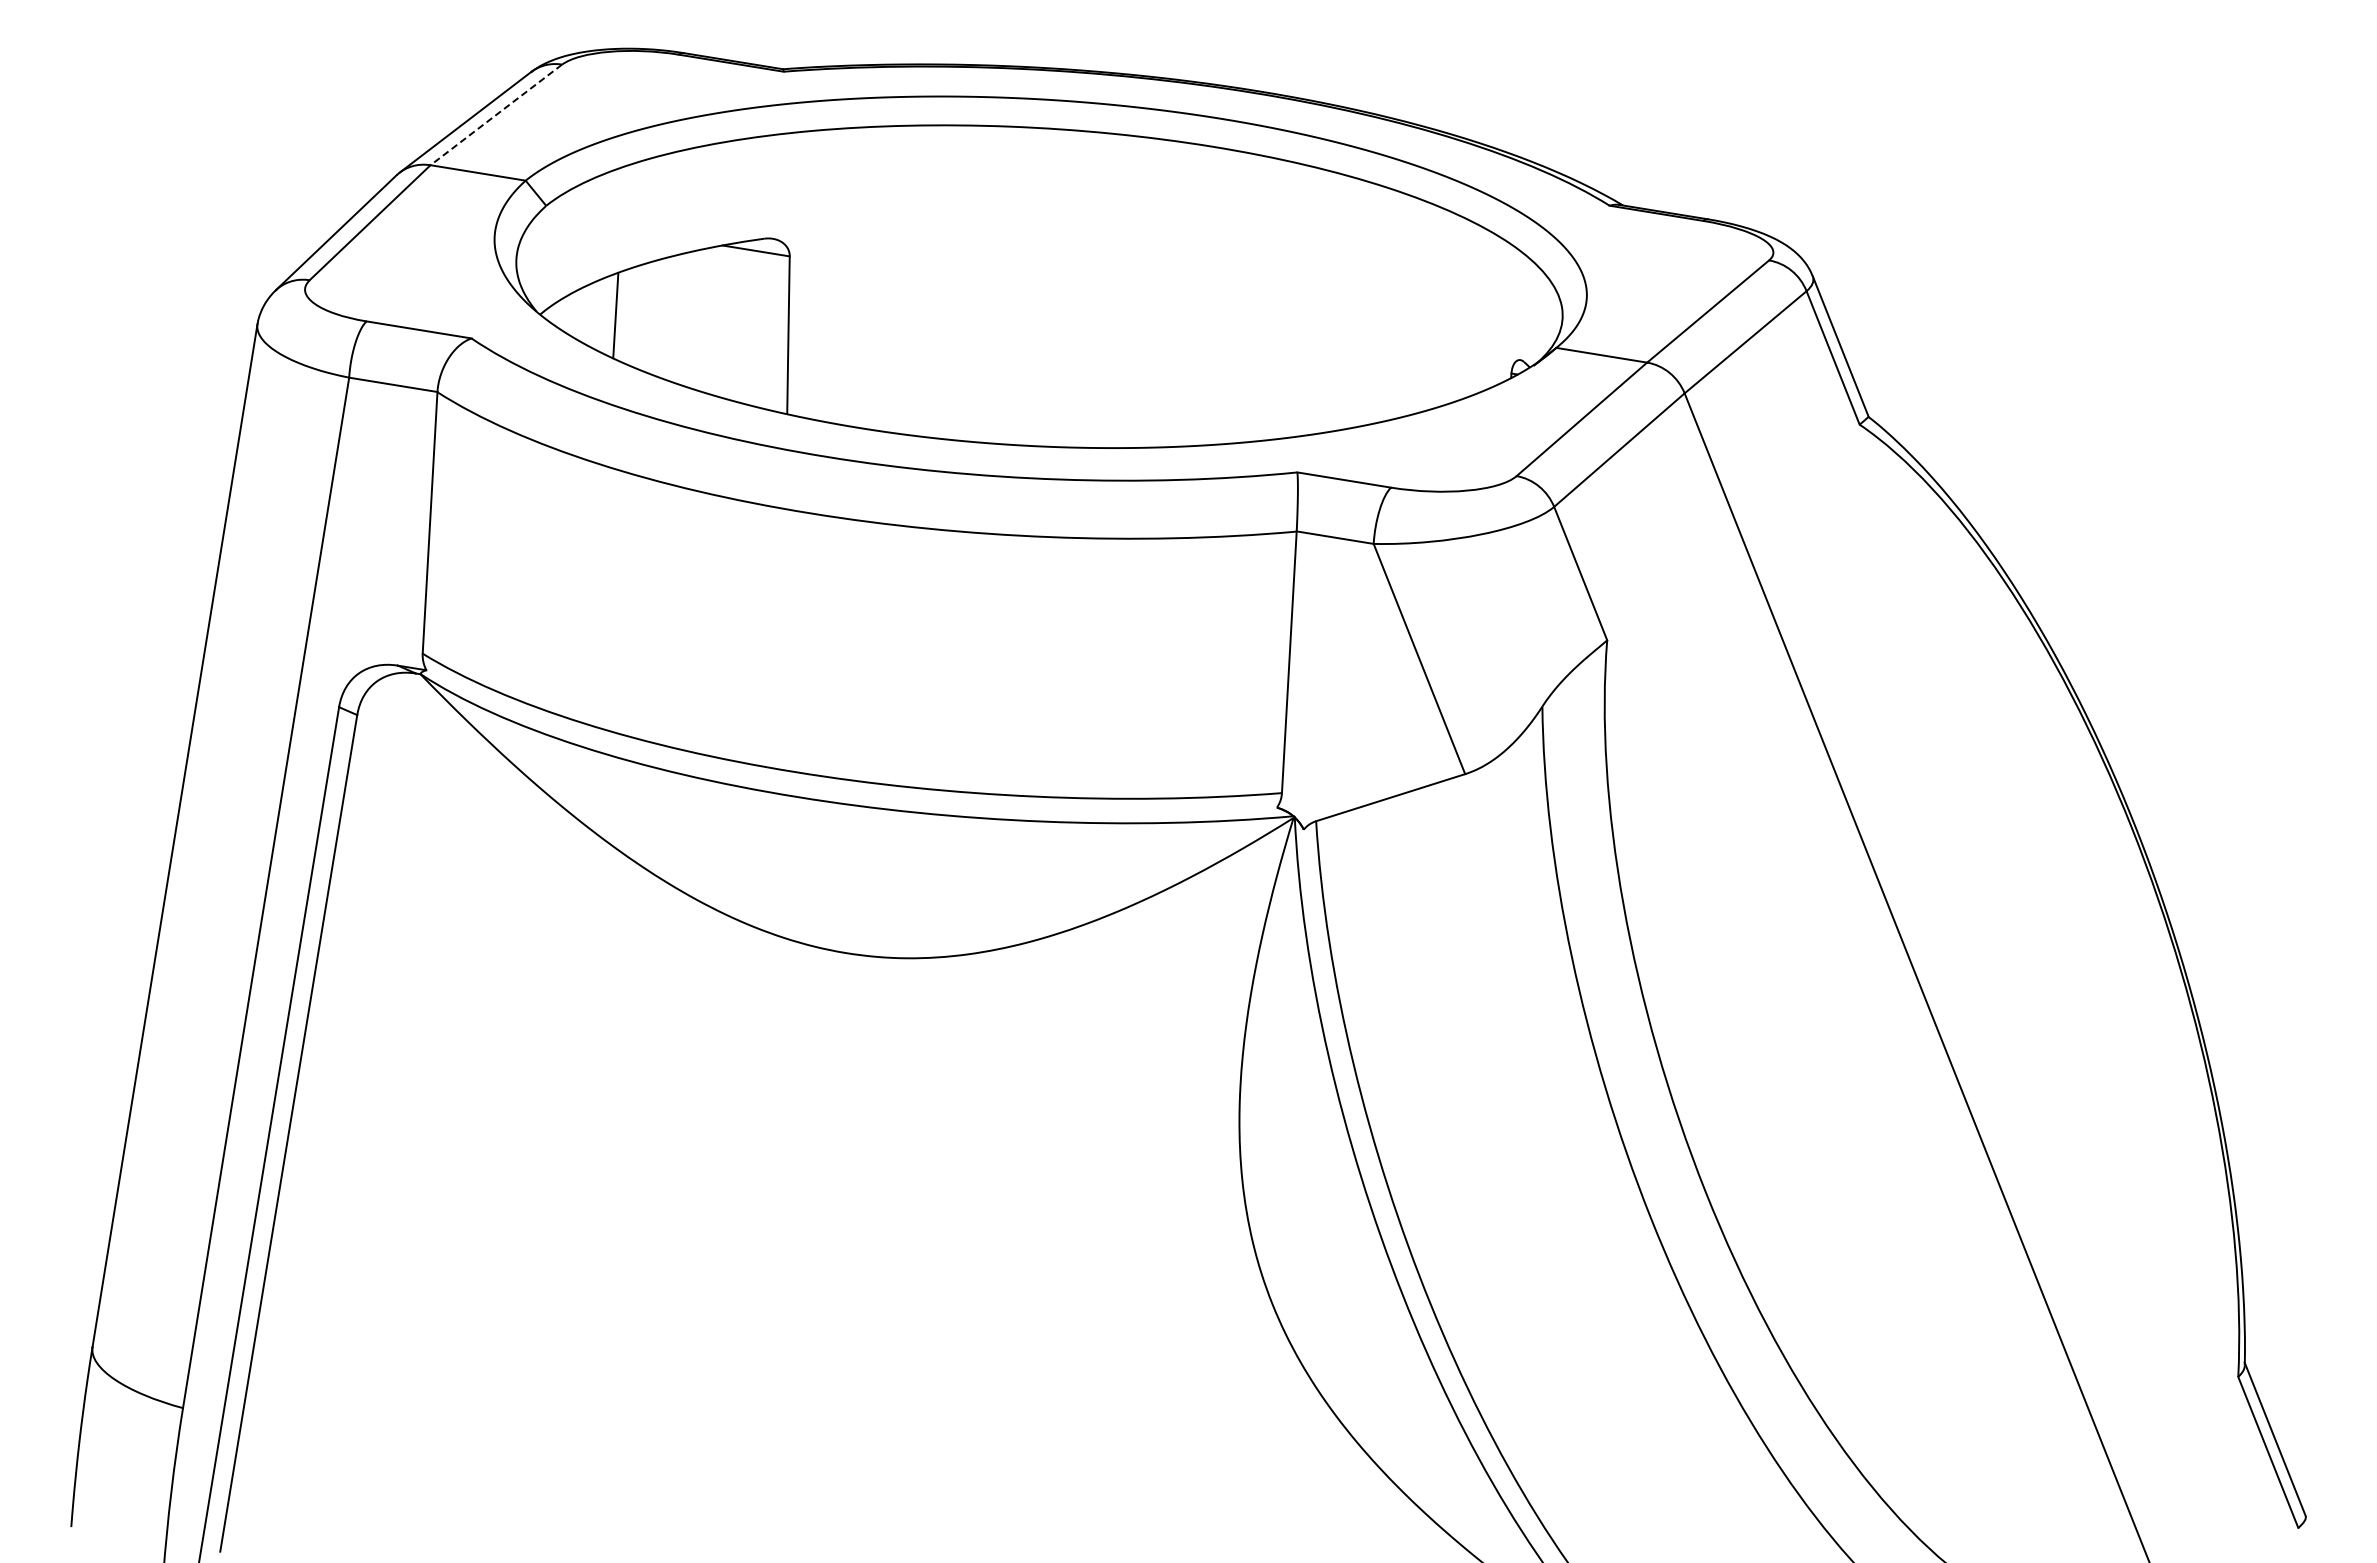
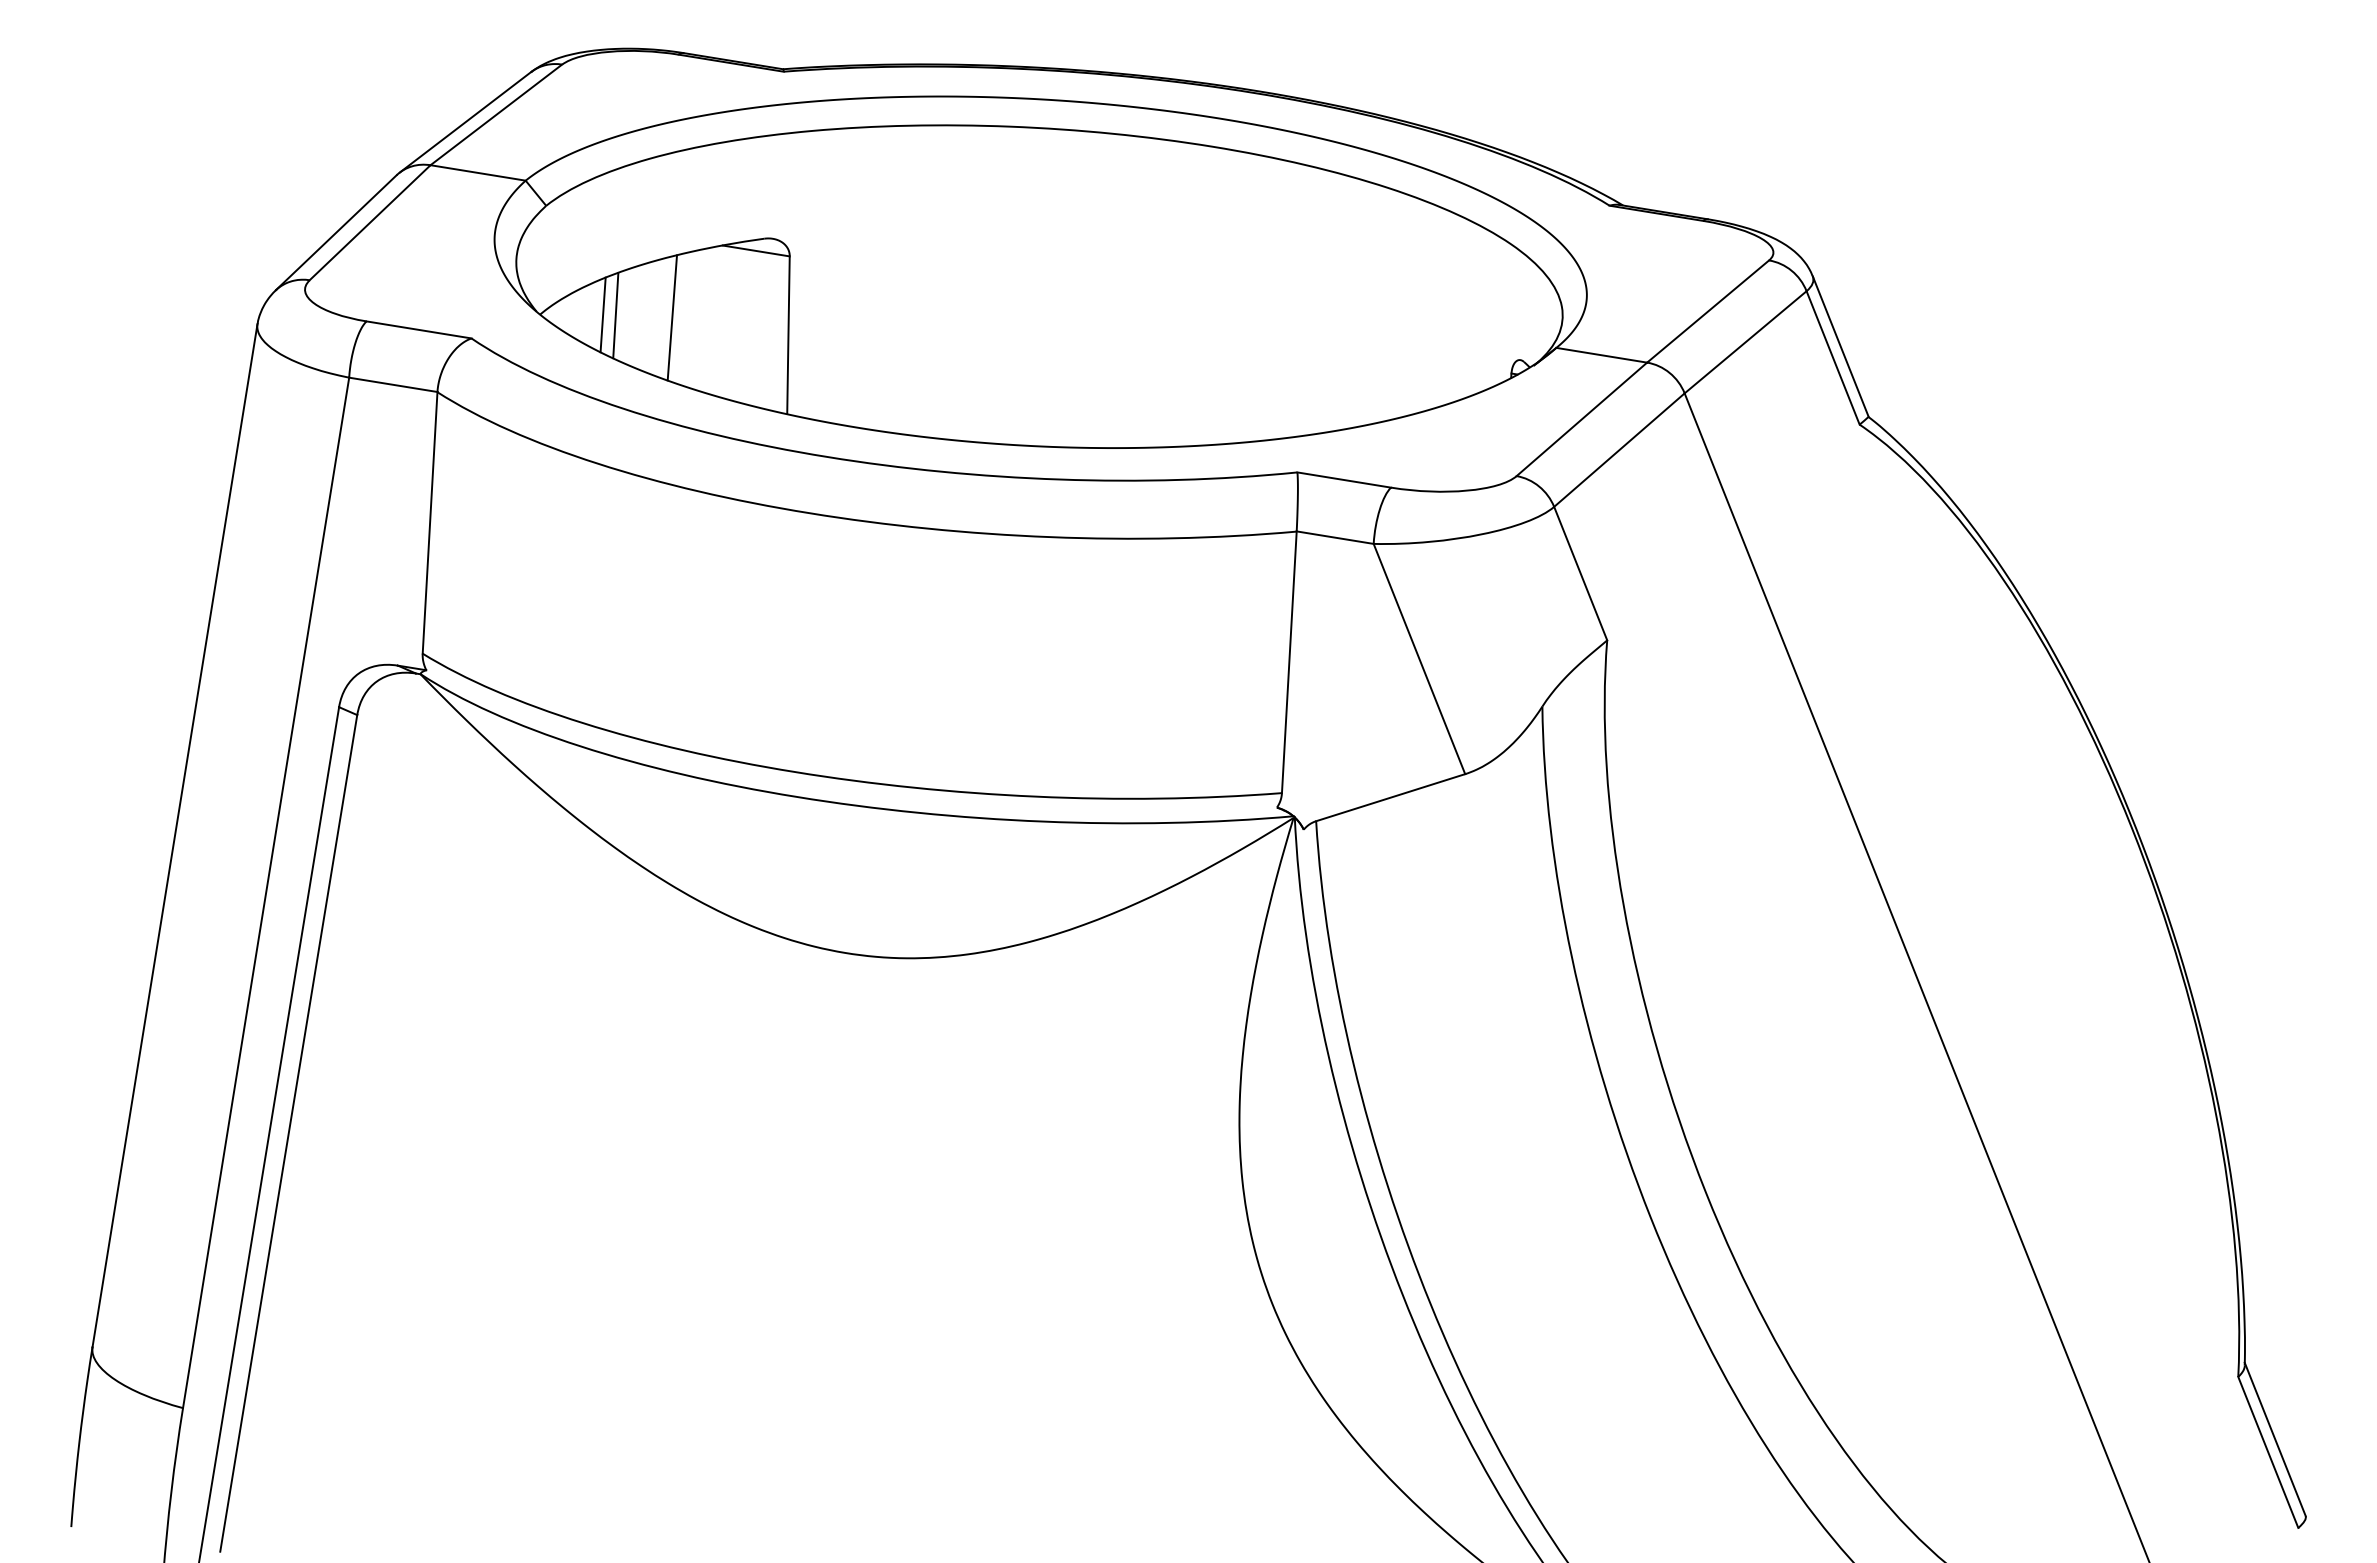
line at (496, 114): dashed -> solid
line at (602, 314): none -> present
line at (672, 317): none -> present
